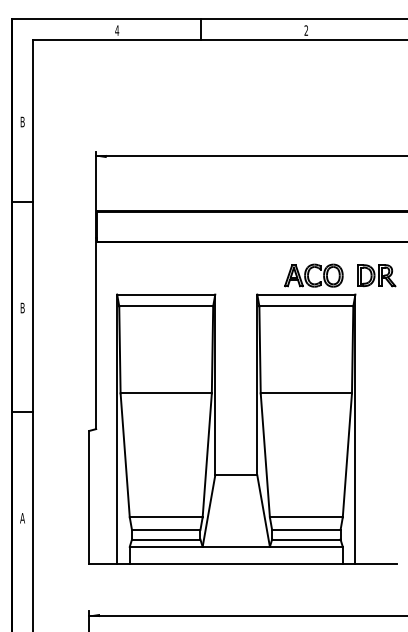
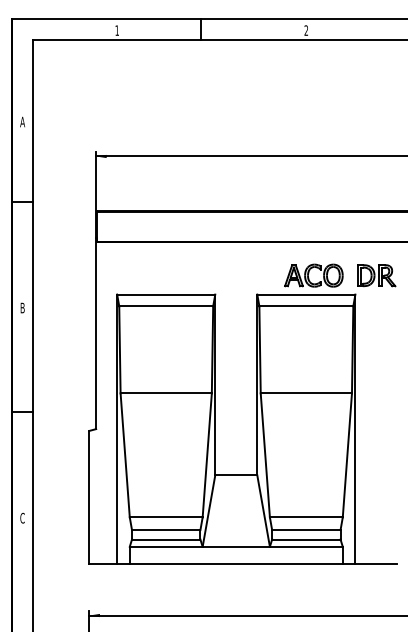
text at (117, 30): 4 -> 1
text at (22, 121): B -> A
text at (22, 517): A -> C
